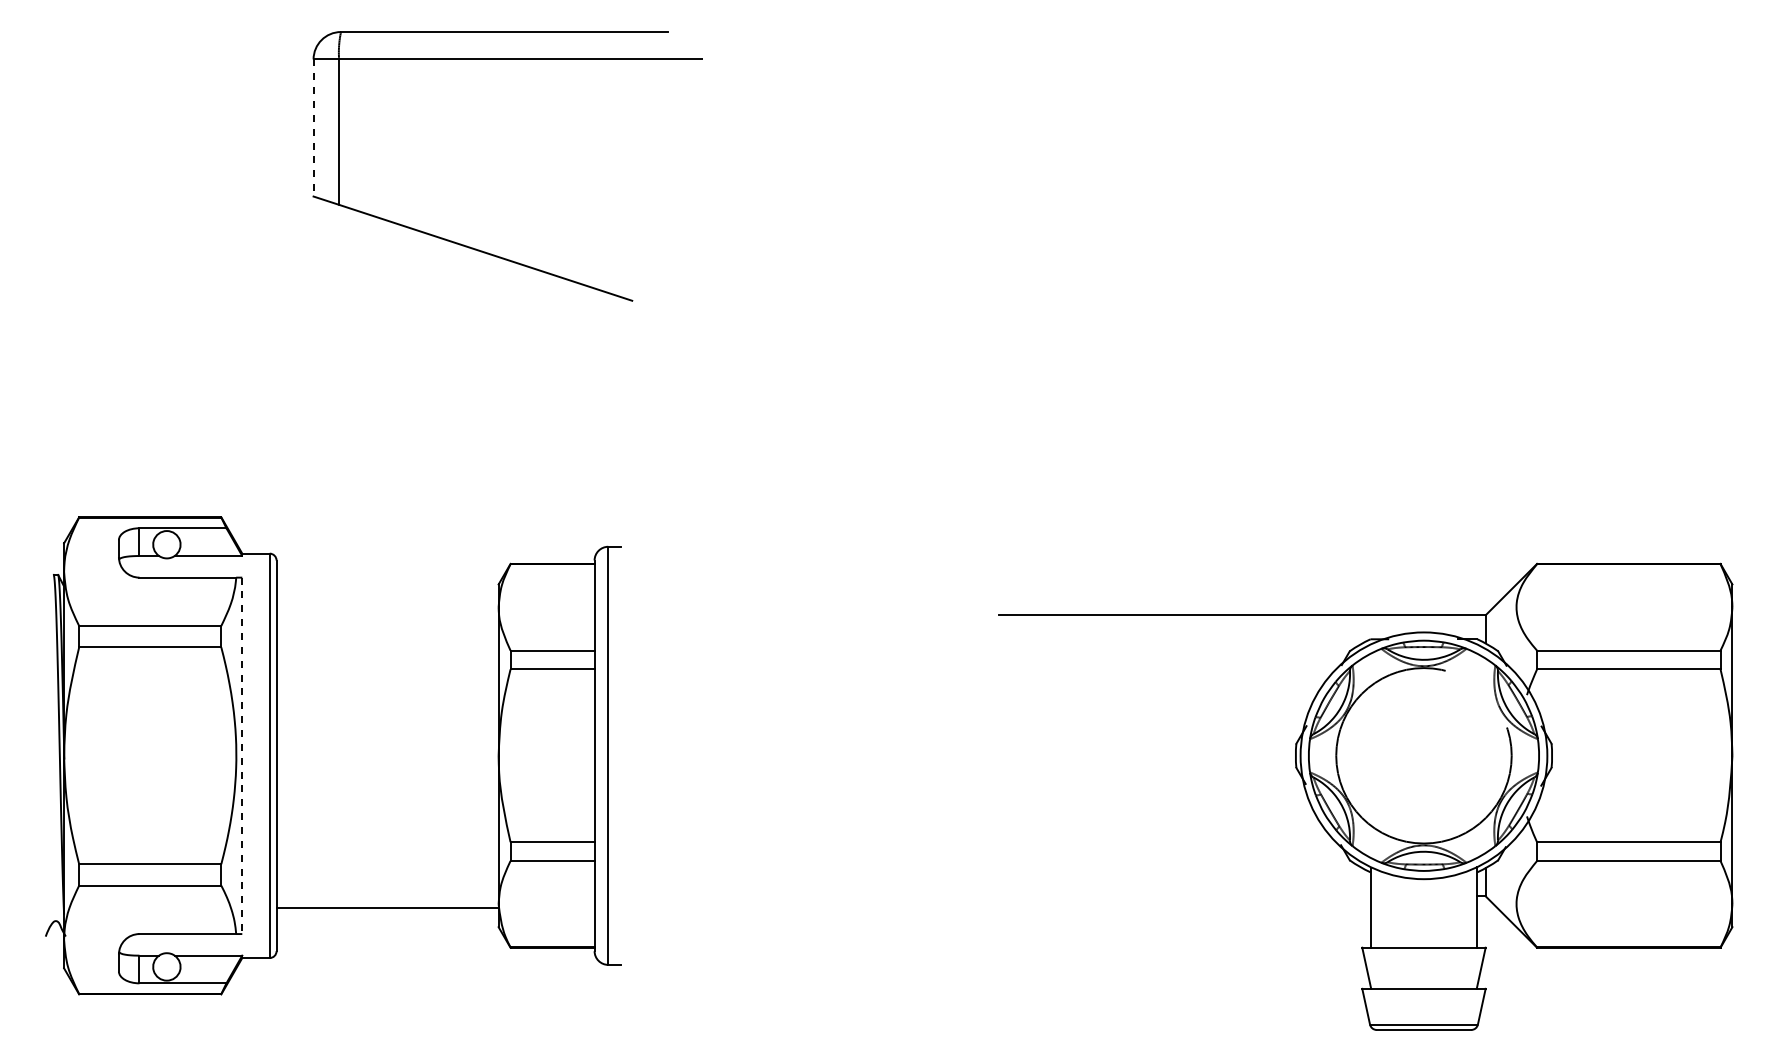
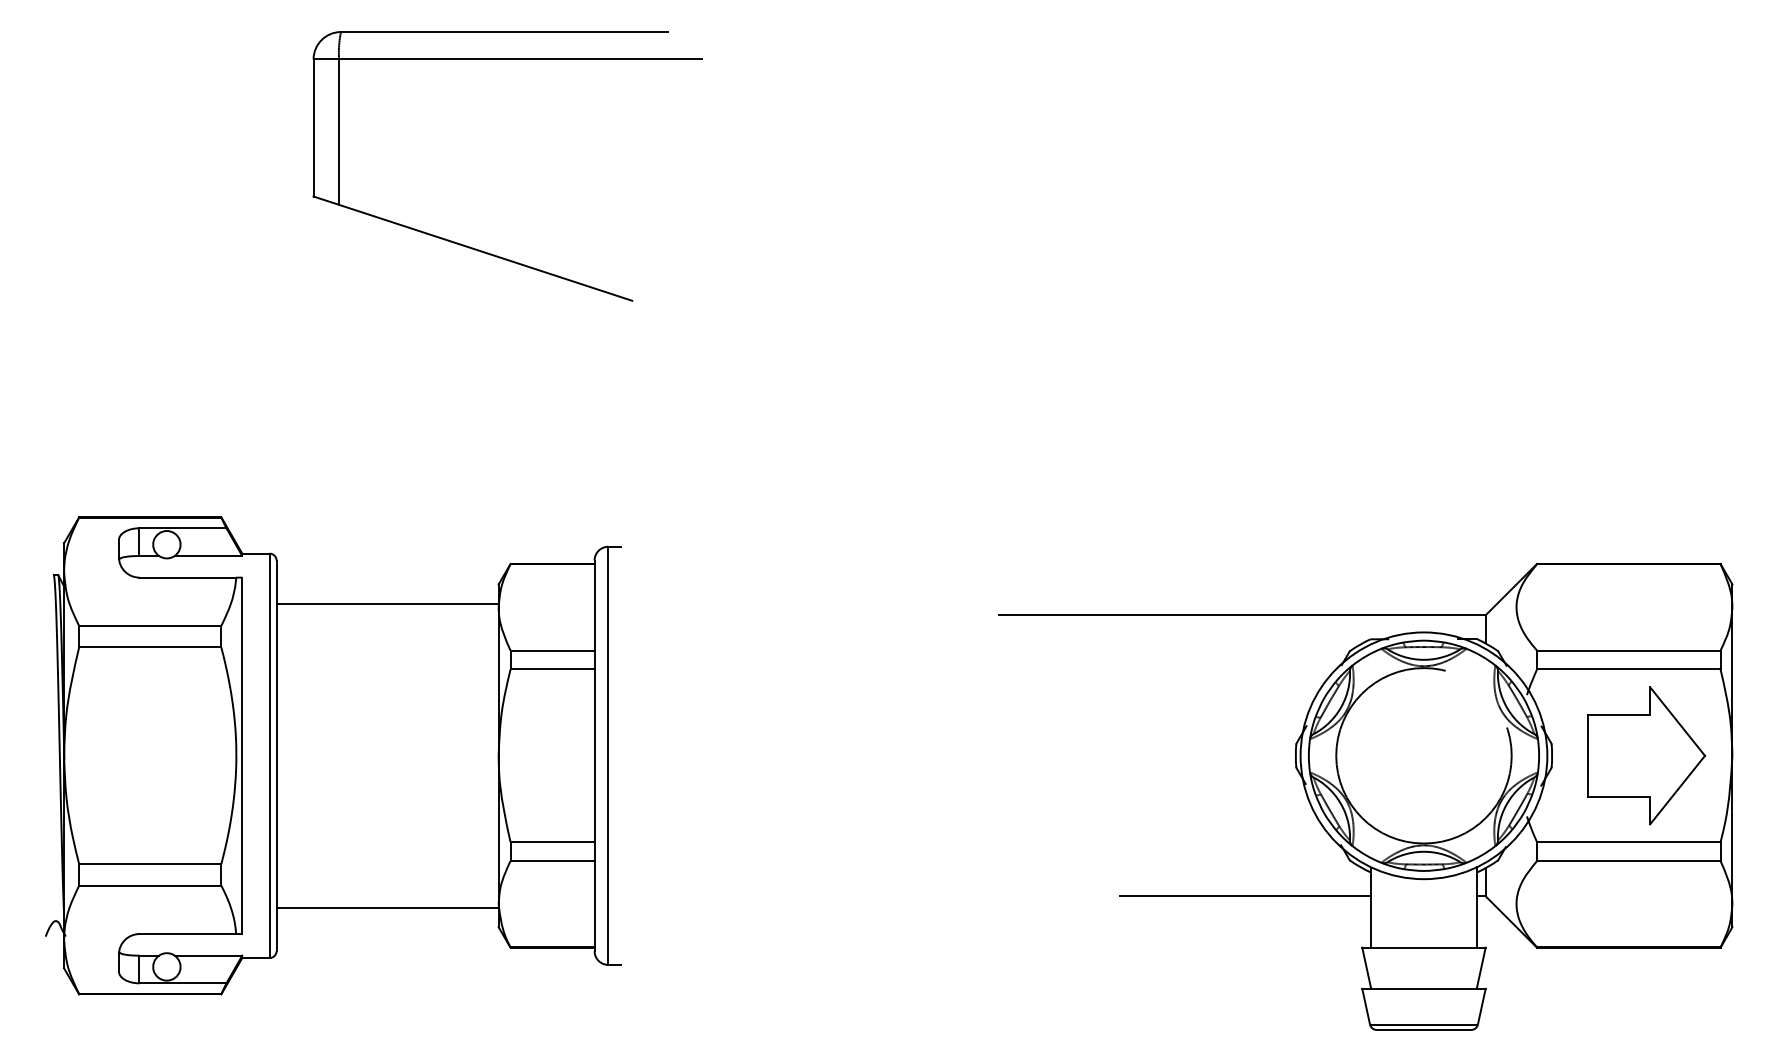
line at (313, 128): dashed -> solid
line at (387, 603): none -> present
part at (1646, 755): none -> present
line at (242, 756): dashed -> solid
line at (1245, 896): none -> present
